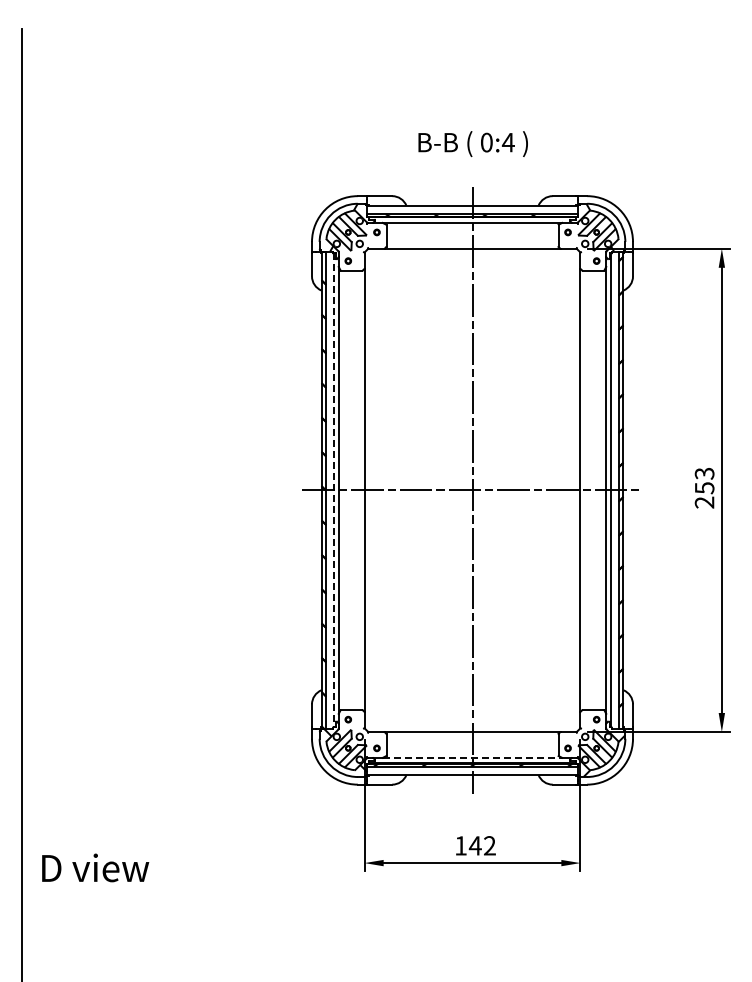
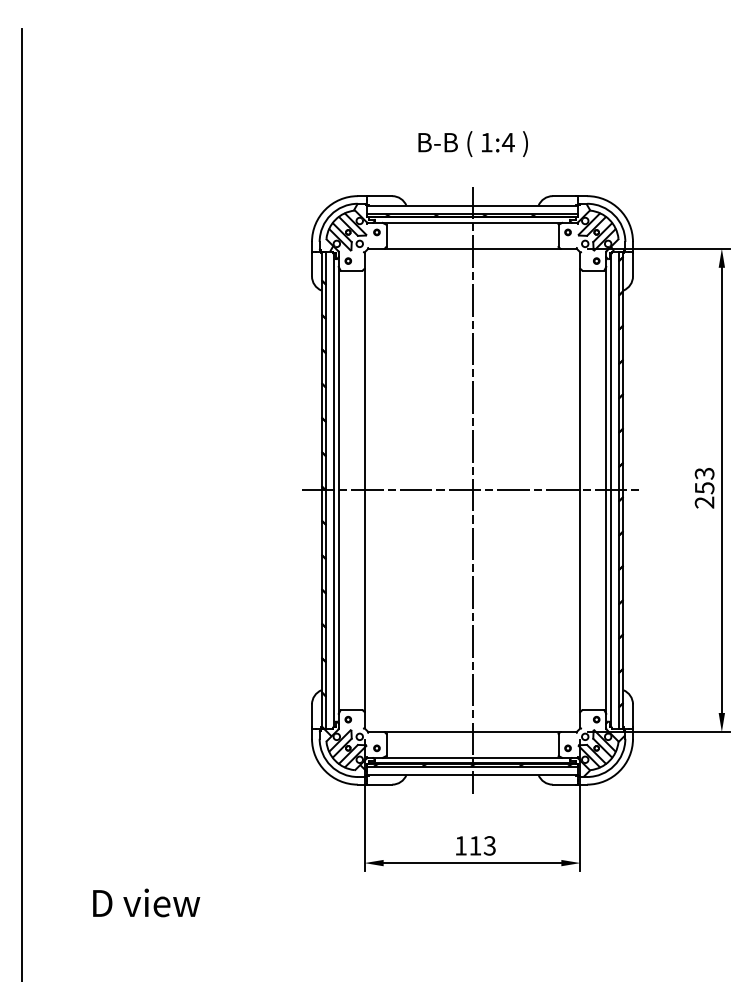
text at (486, 142): 0:4 -> 1:4
line at (333, 490): dashed -> solid
line at (472, 757): dashed -> solid
text at (481, 845): 142 -> 113
text at (95, 867) position: (95, 867) -> (146, 902)
